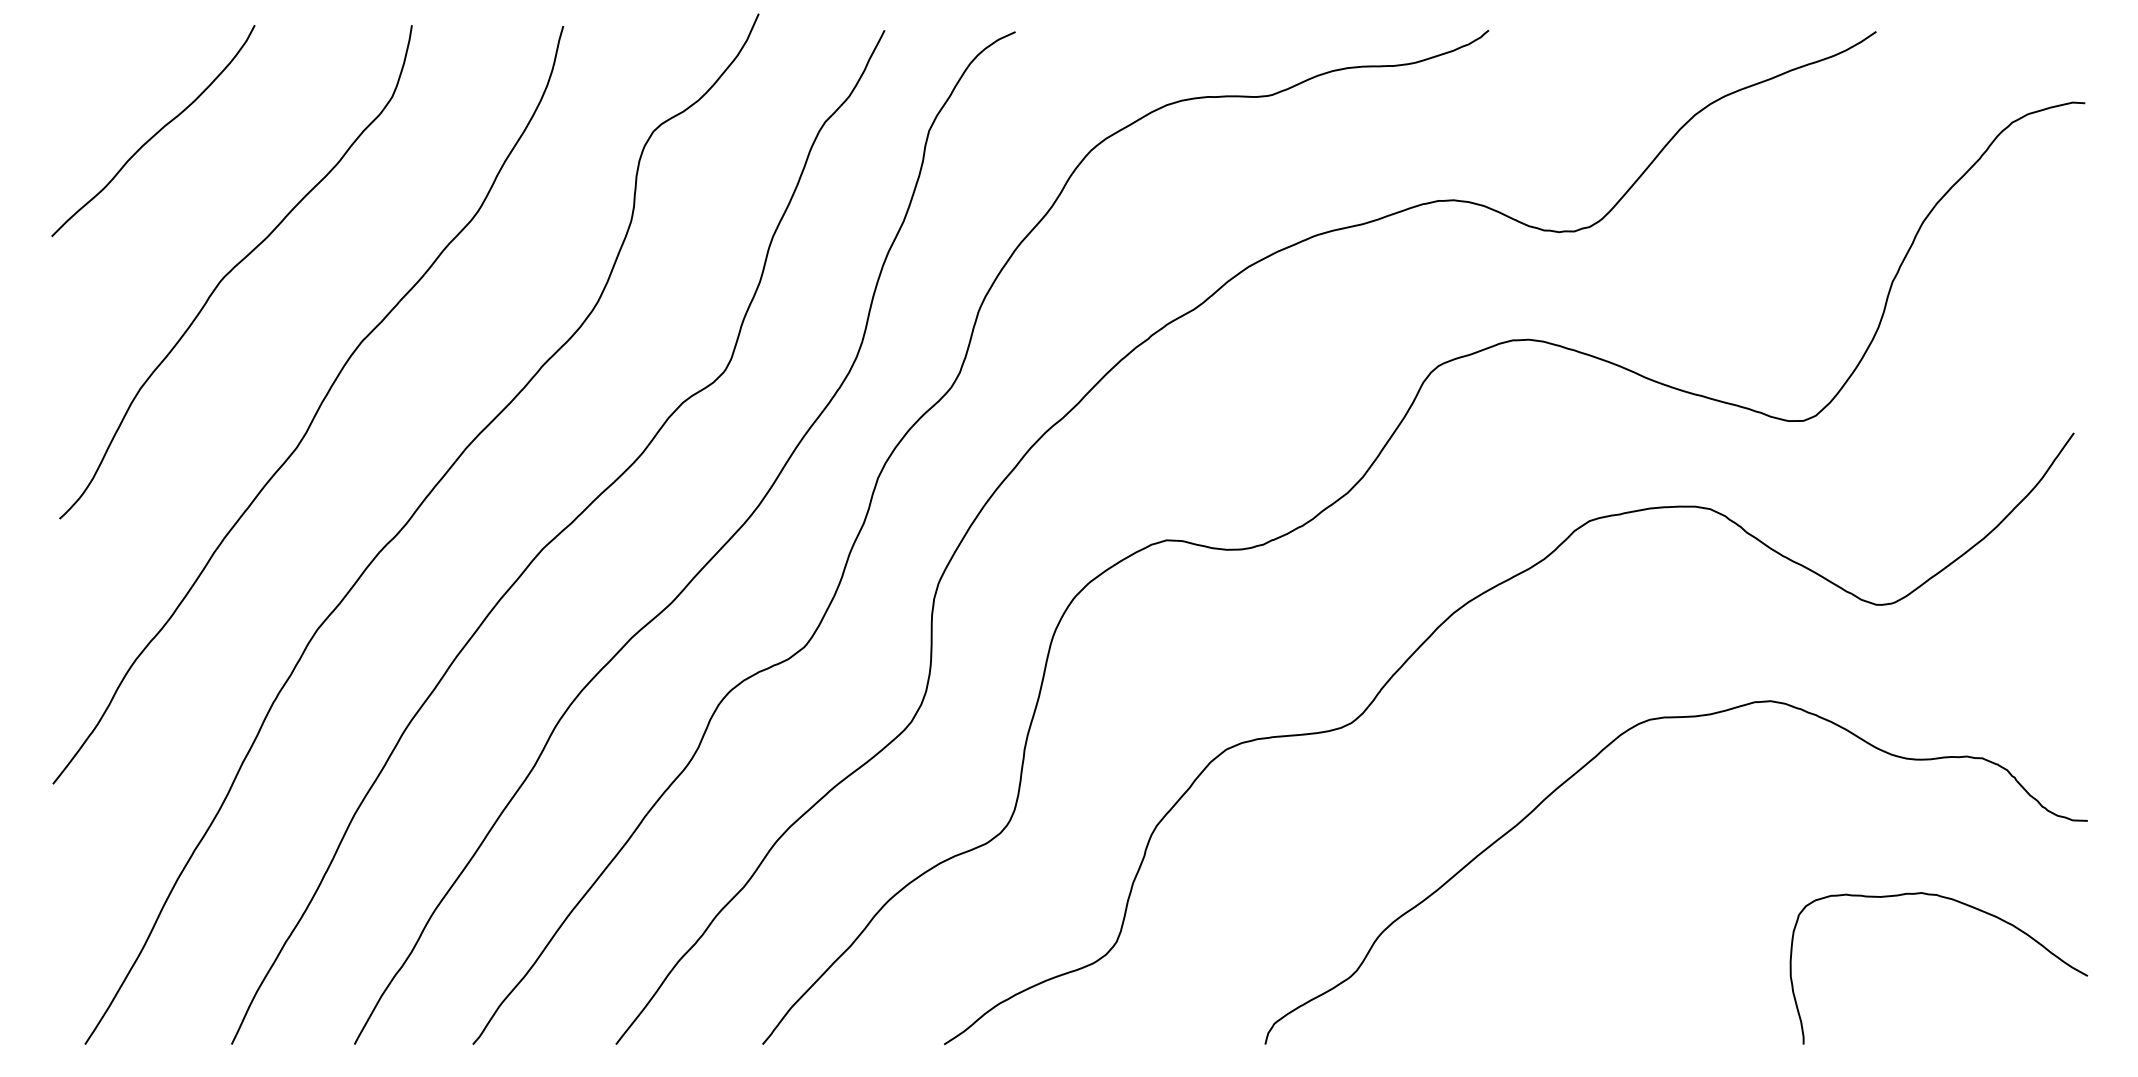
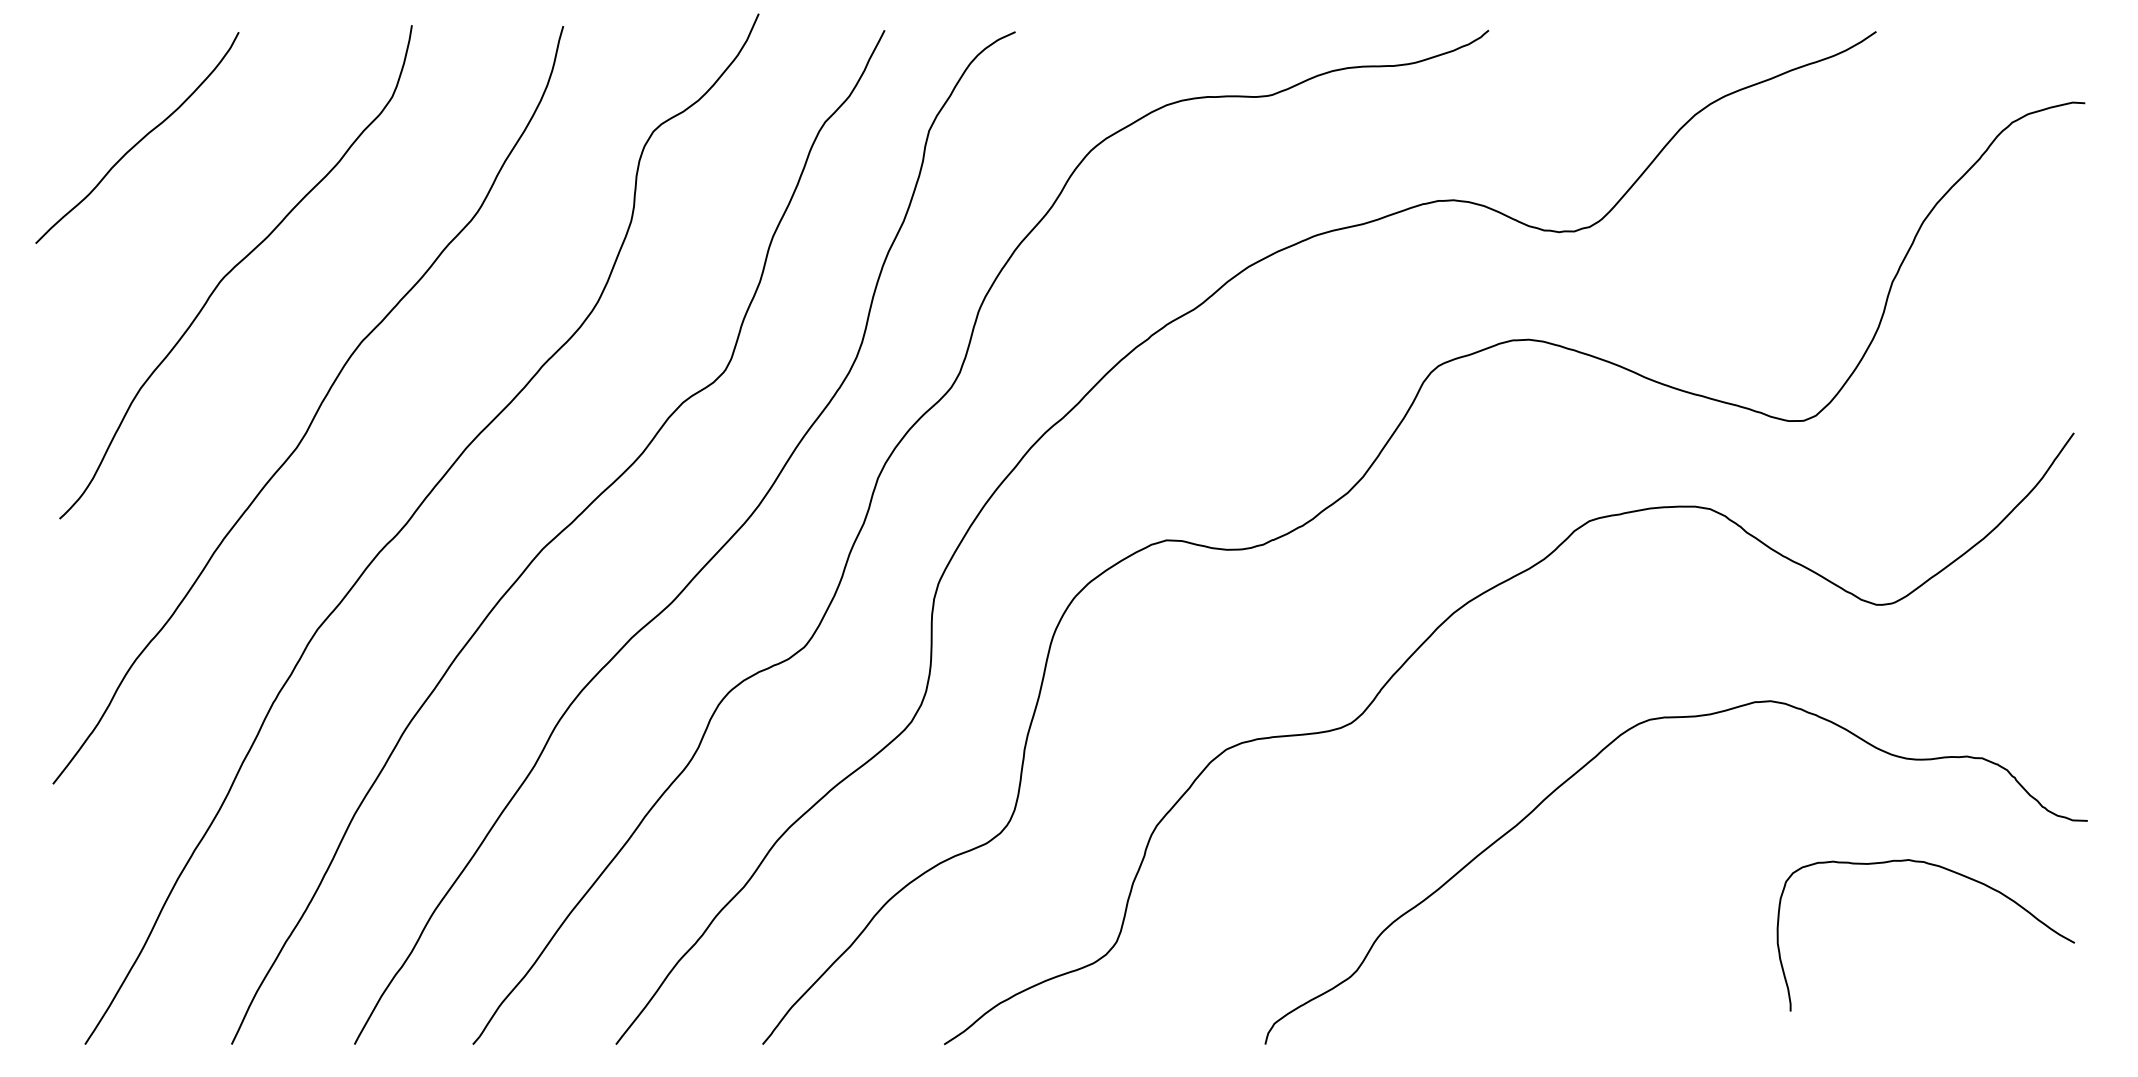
curve at (156, 132) position: (156, 132) -> (140, 139)
curve at (1962, 904) position: (1962, 904) -> (1949, 871)
